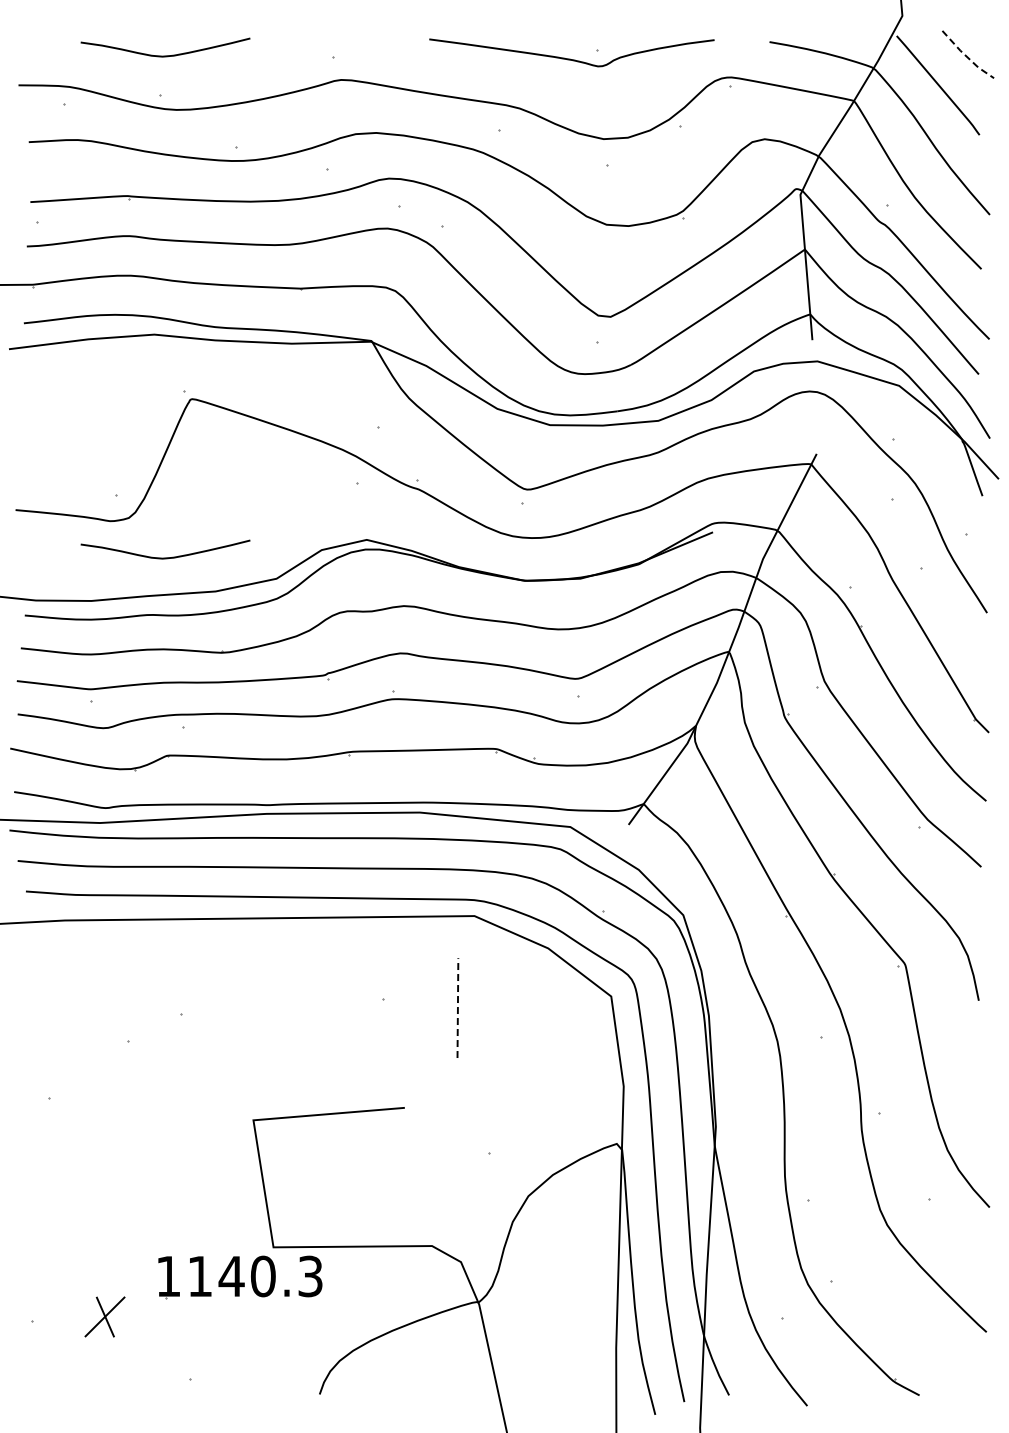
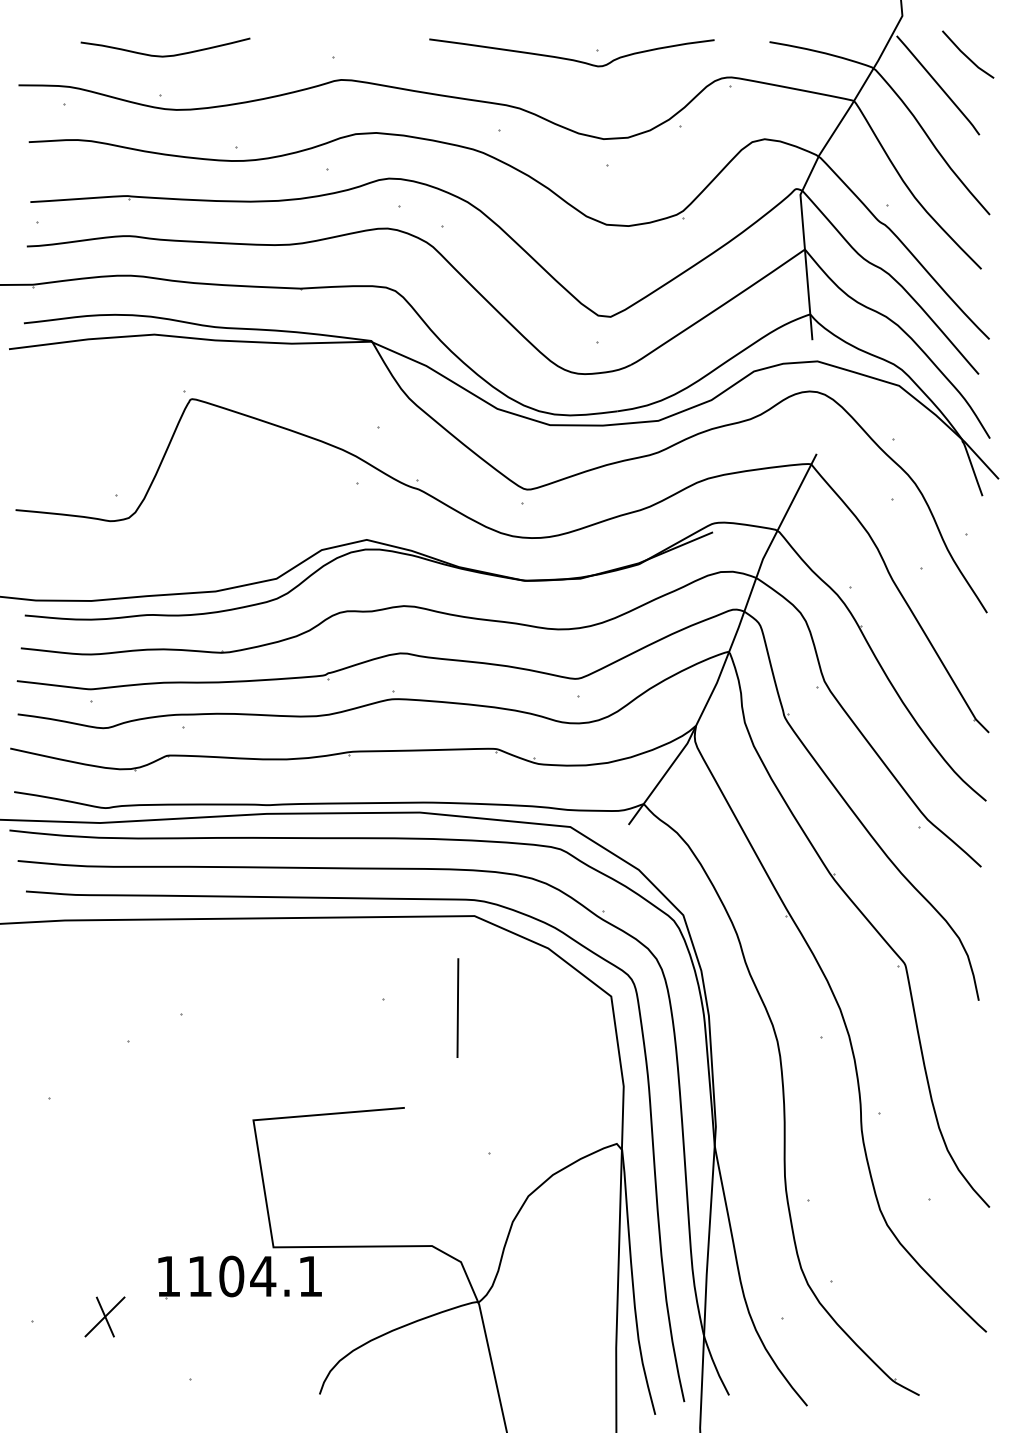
line at (966, 56): dashed -> solid
curve at (165, 557): present -> none
line at (457, 1008): dashed -> solid
text at (270, 1276): 1140.3 -> 1104.1
